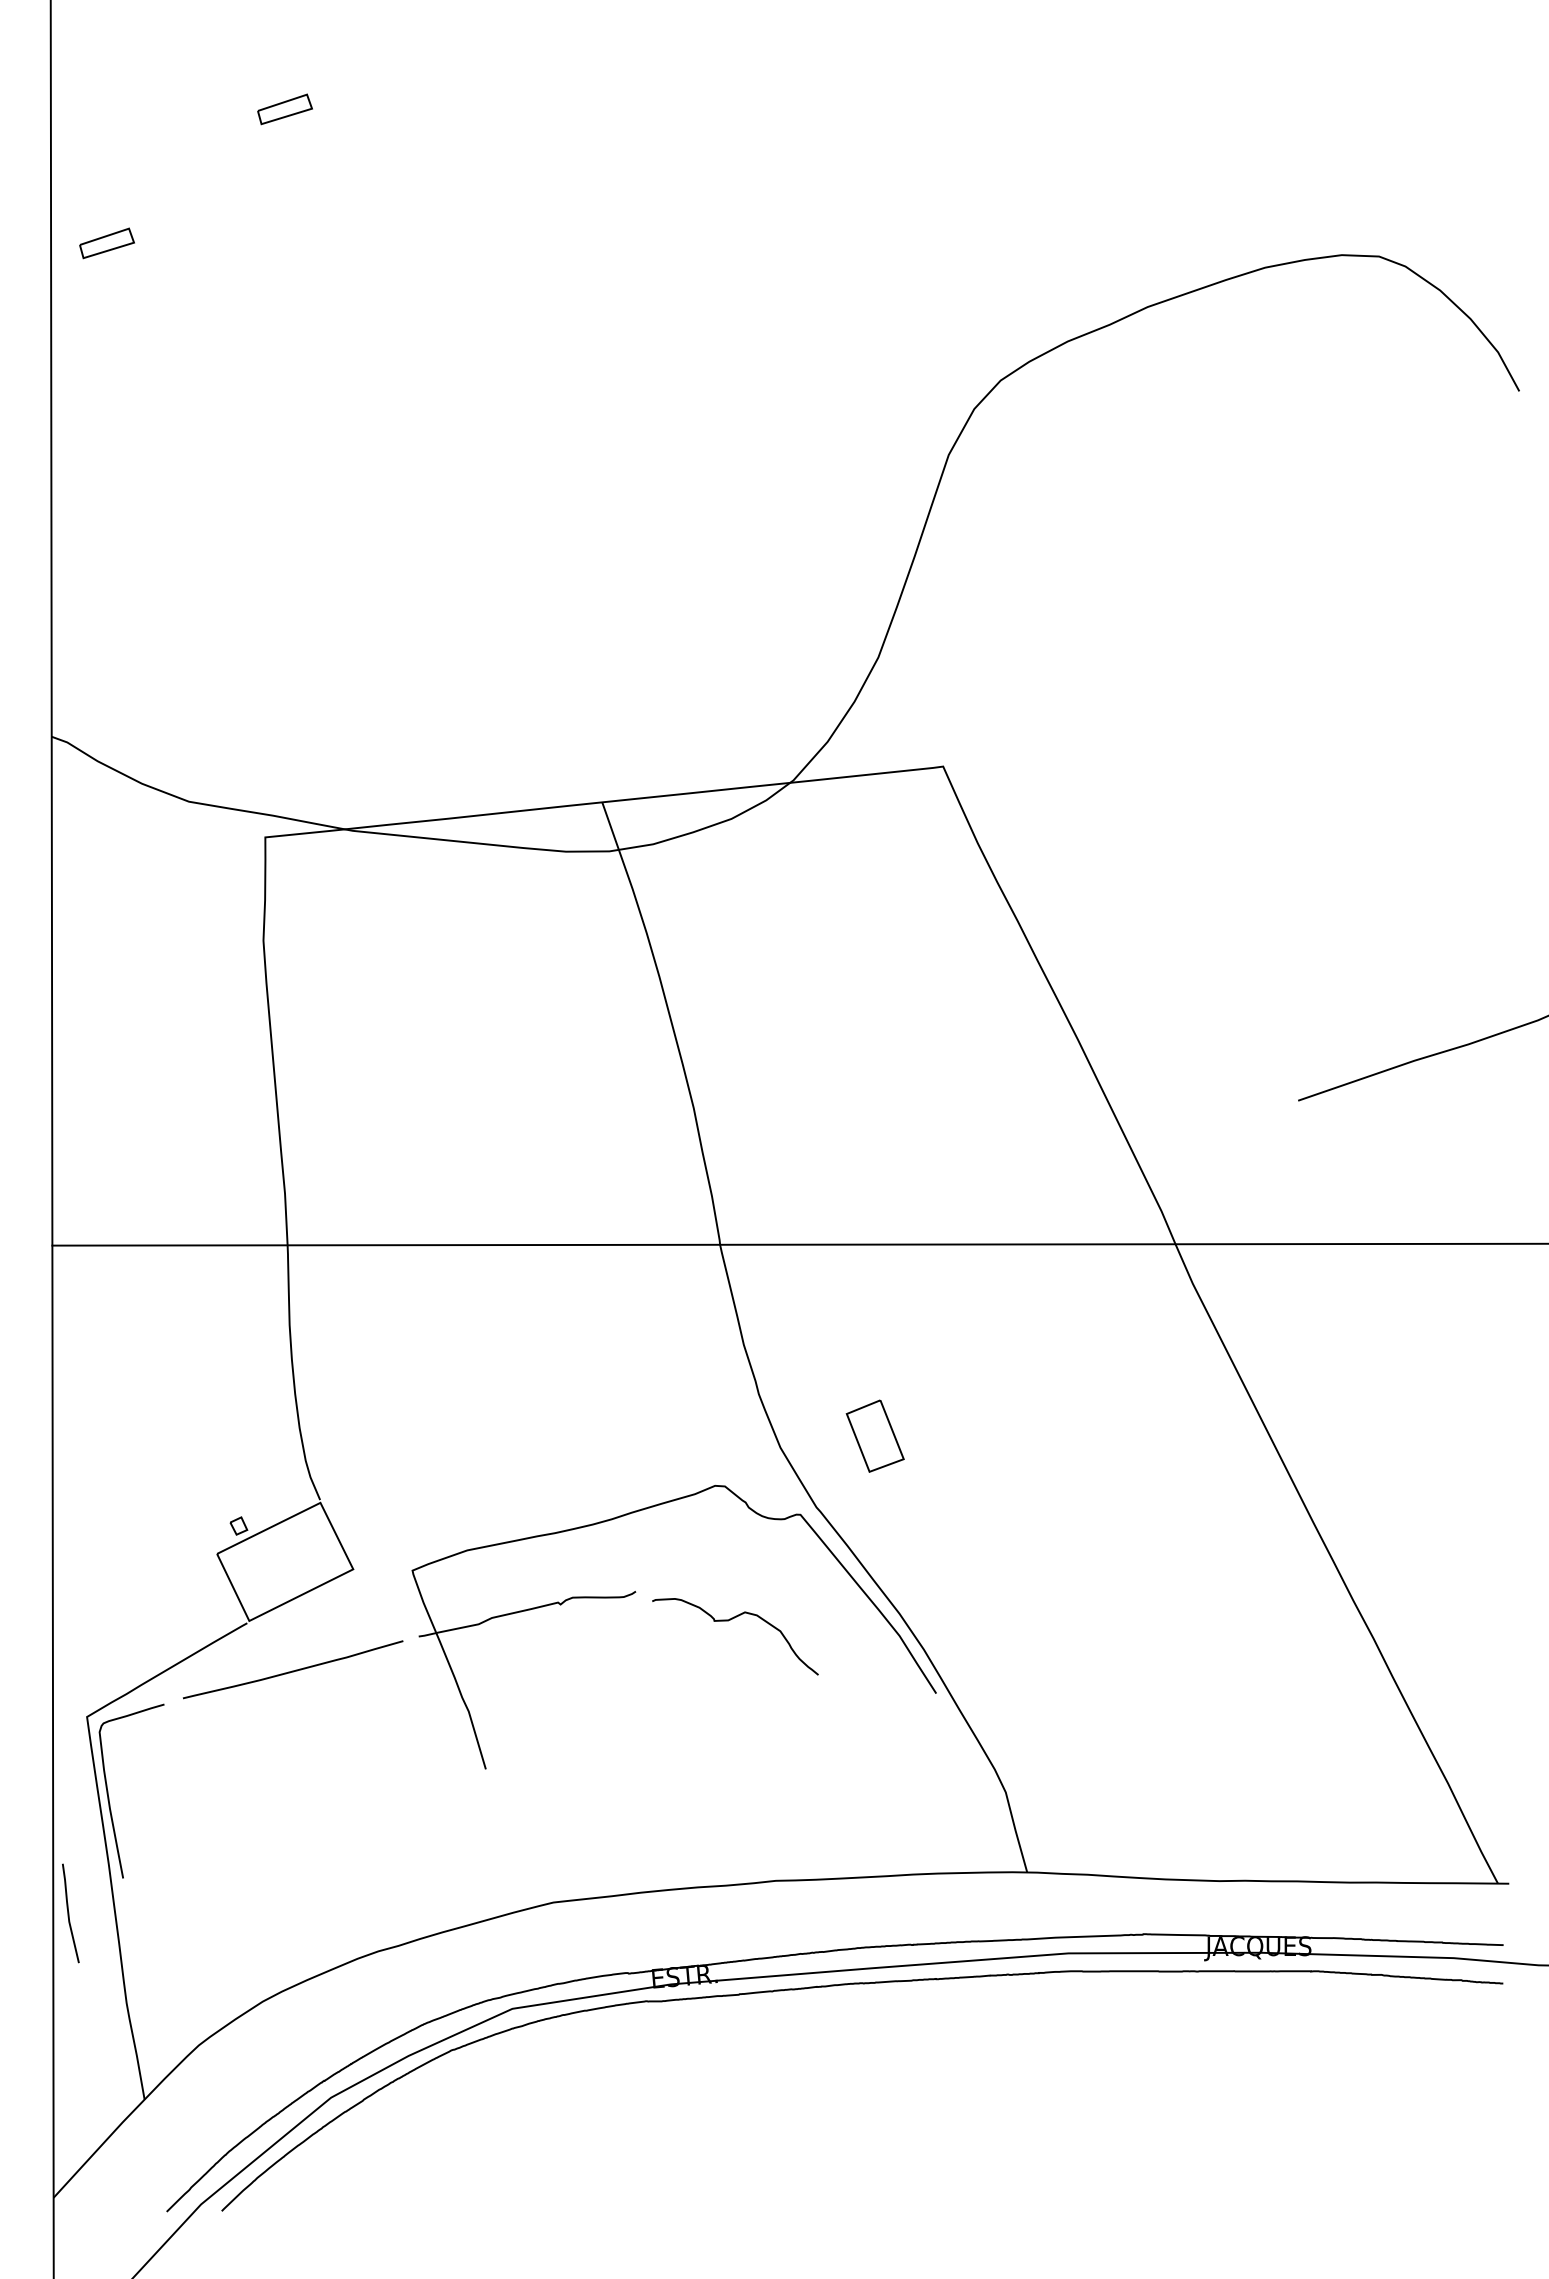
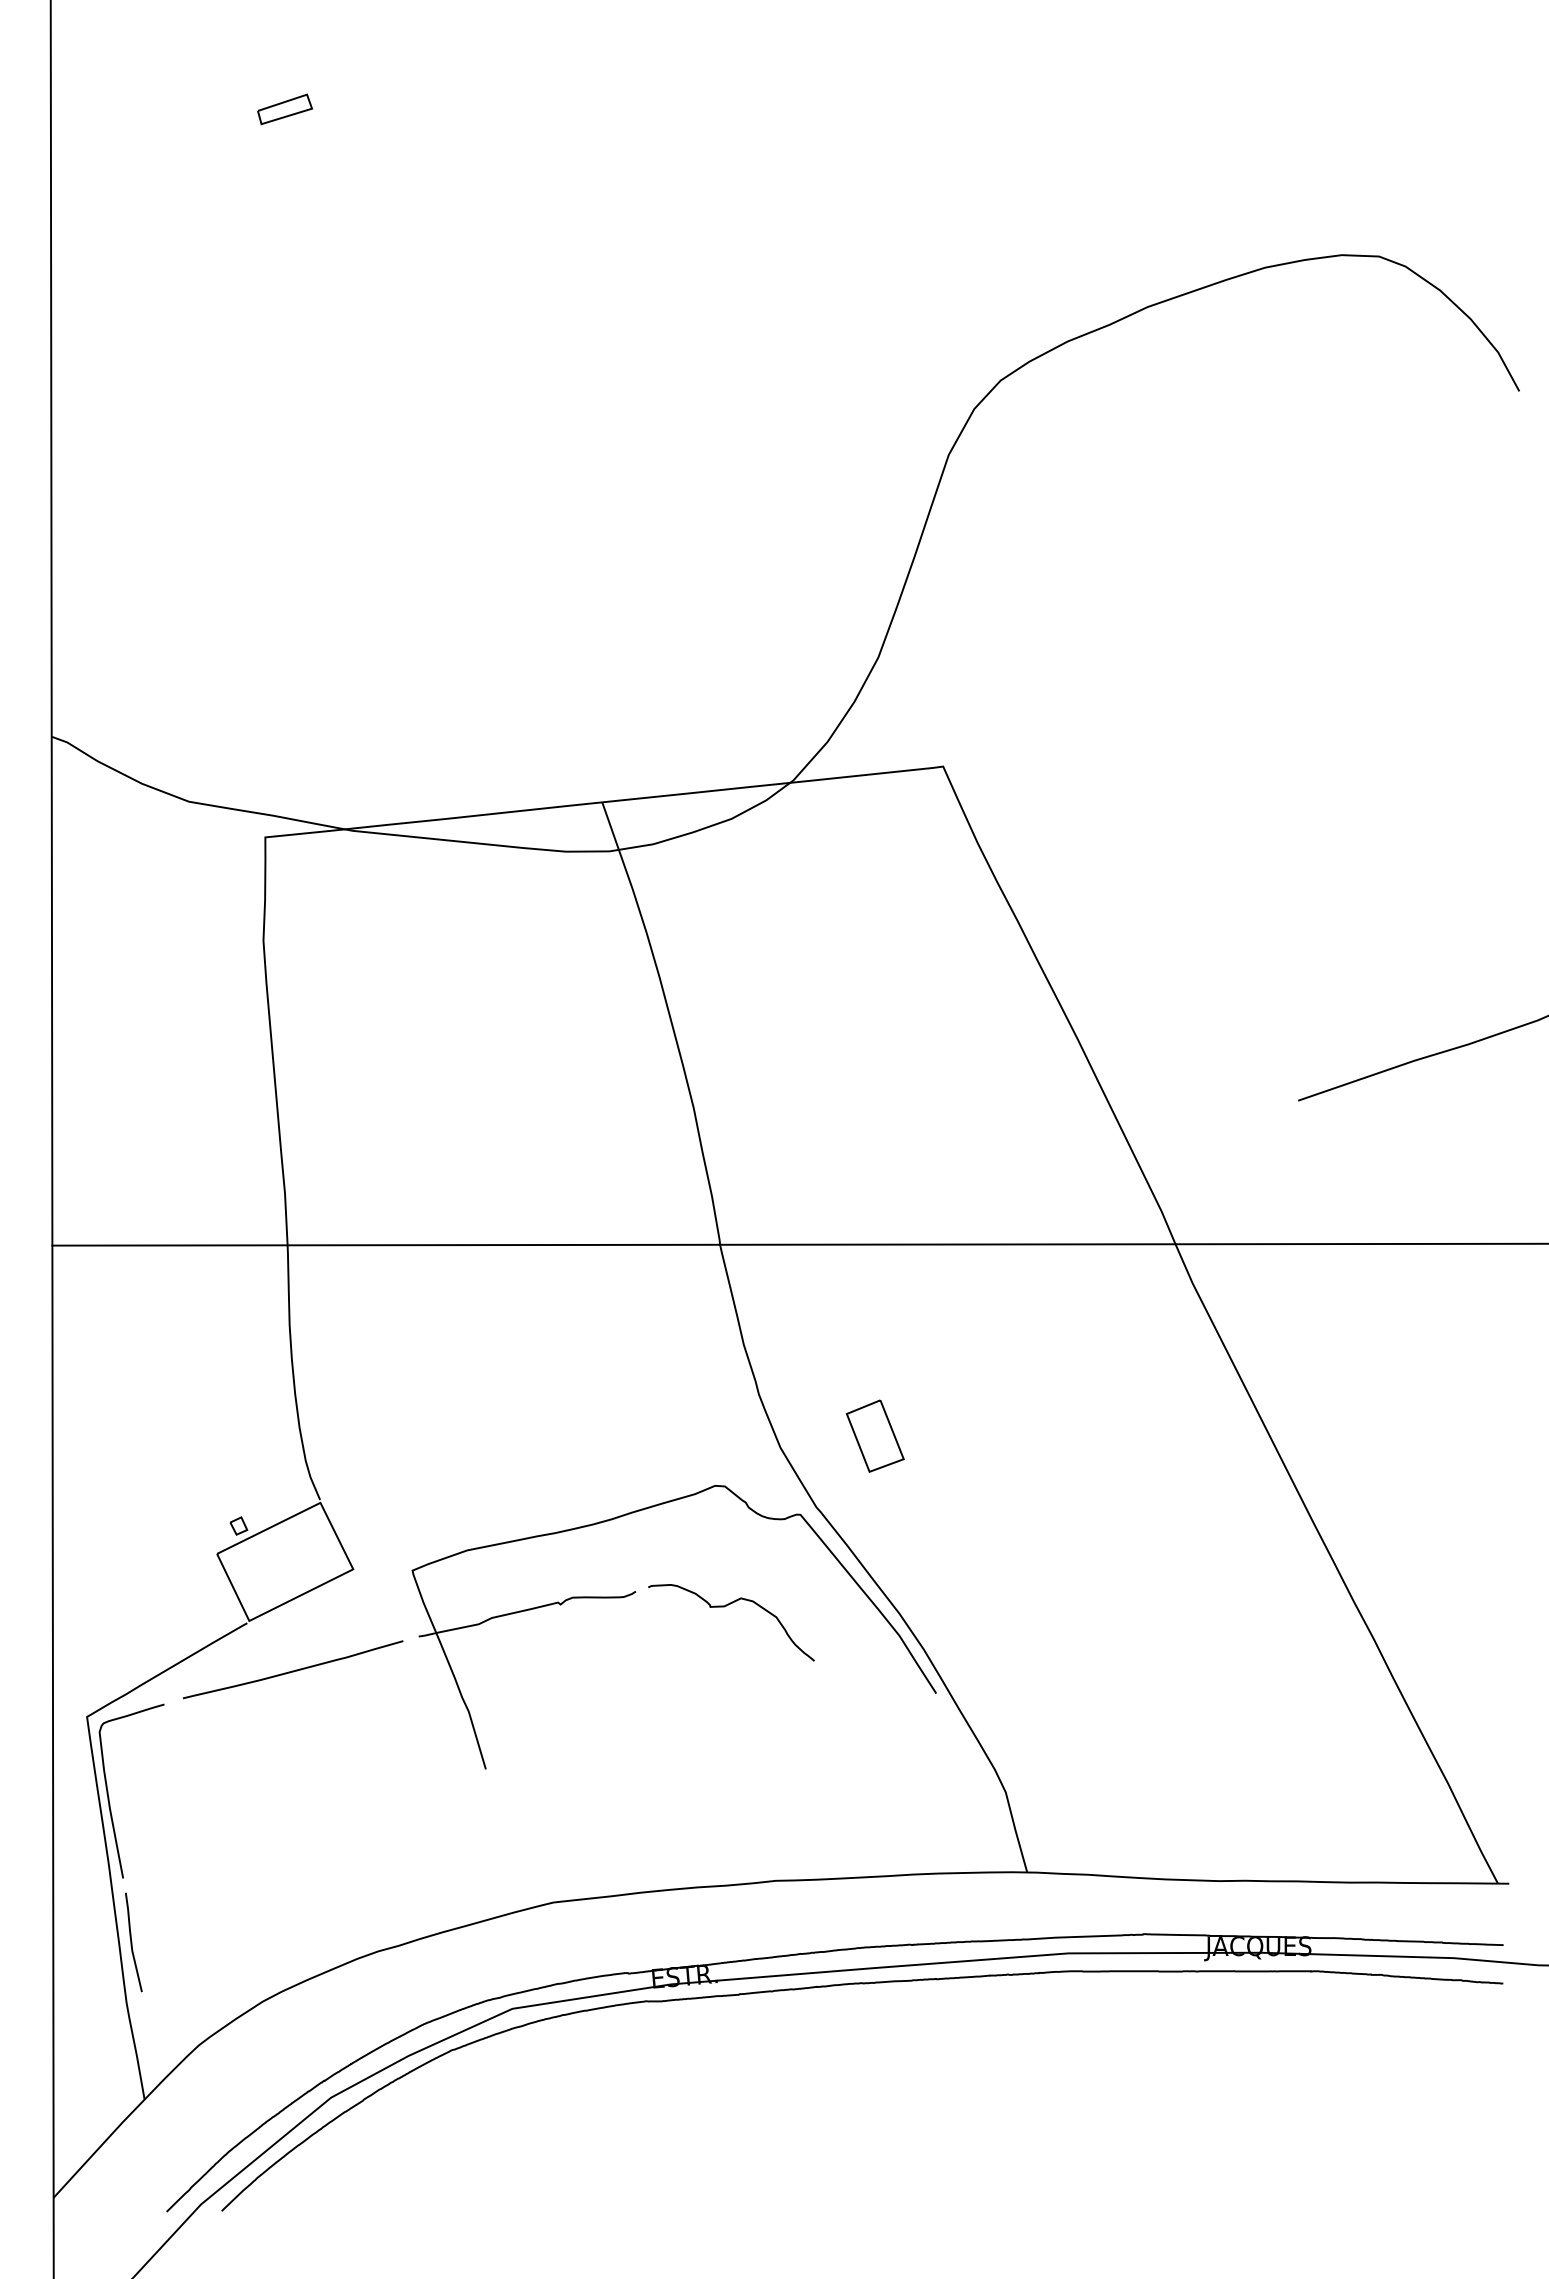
part at (106, 243): present -> none
curve at (728, 1621) position: (728, 1621) -> (724, 1607)
line at (69, 1913) position: (69, 1913) -> (132, 1942)
